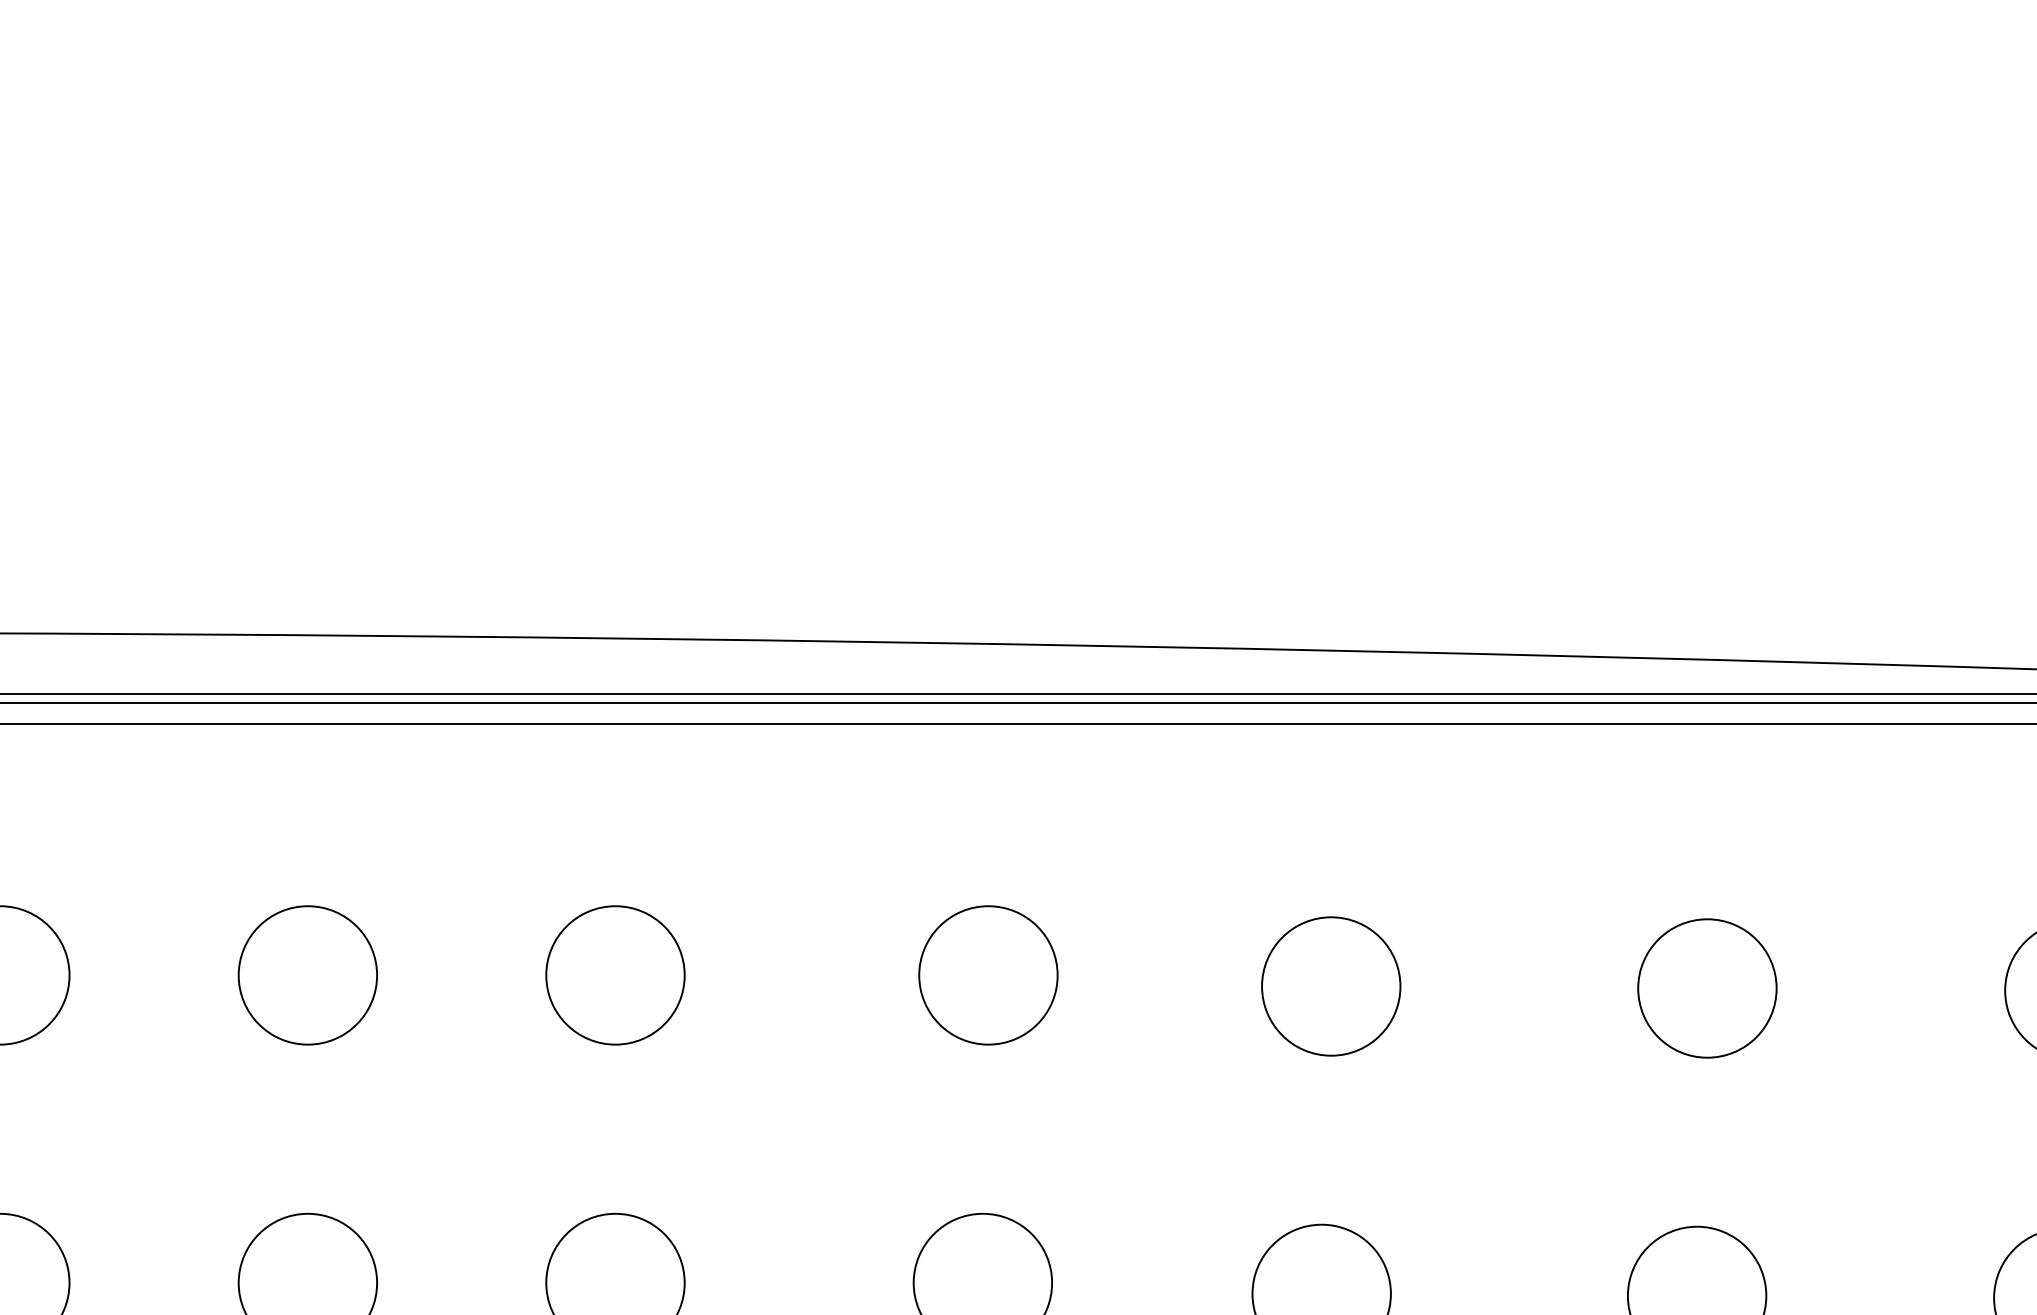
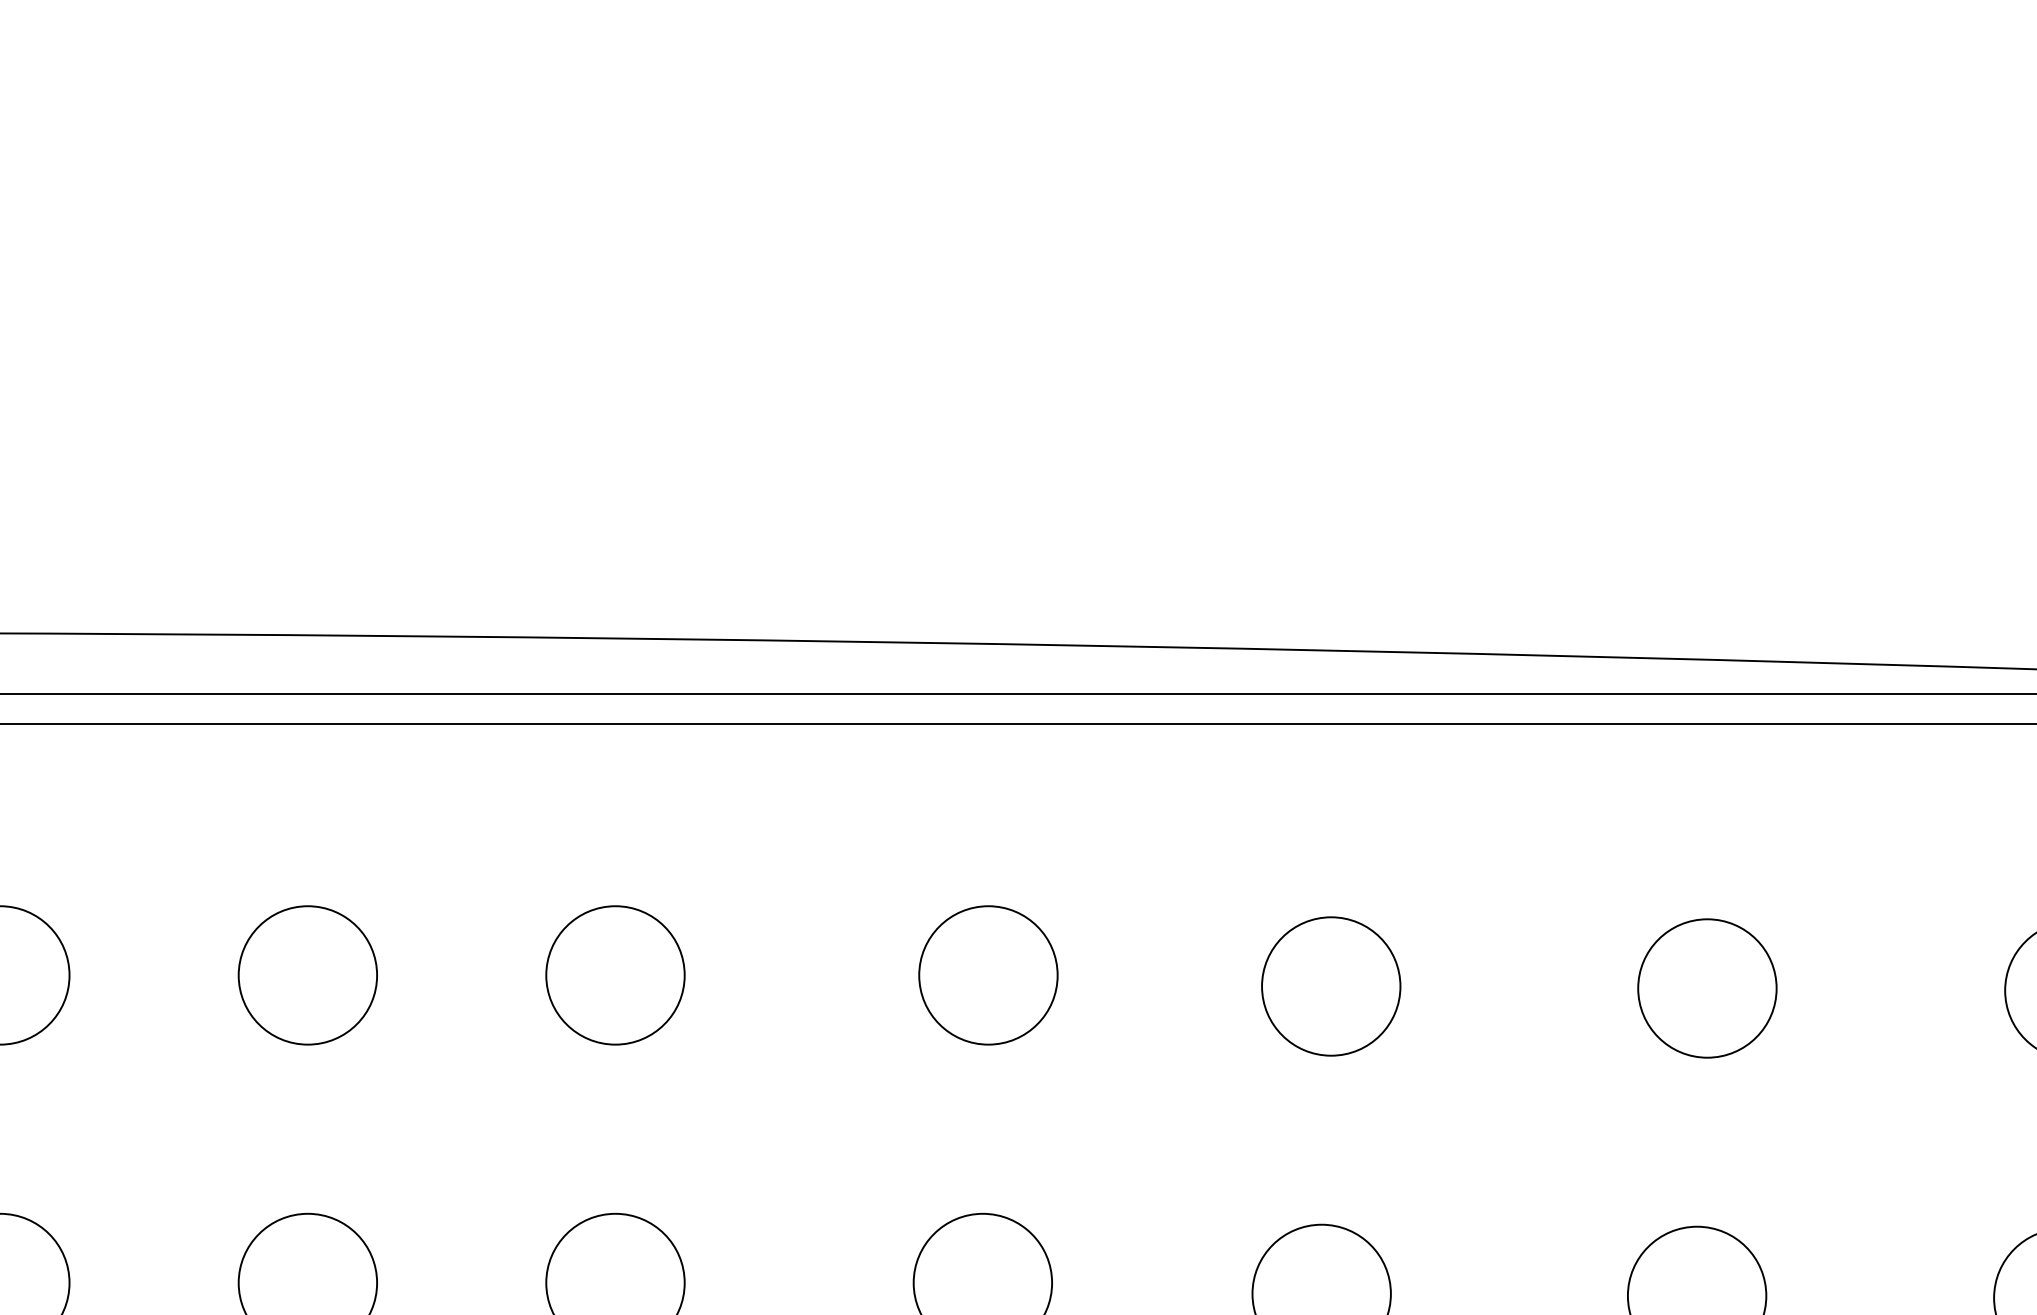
line at (1017, 702): present -> none
